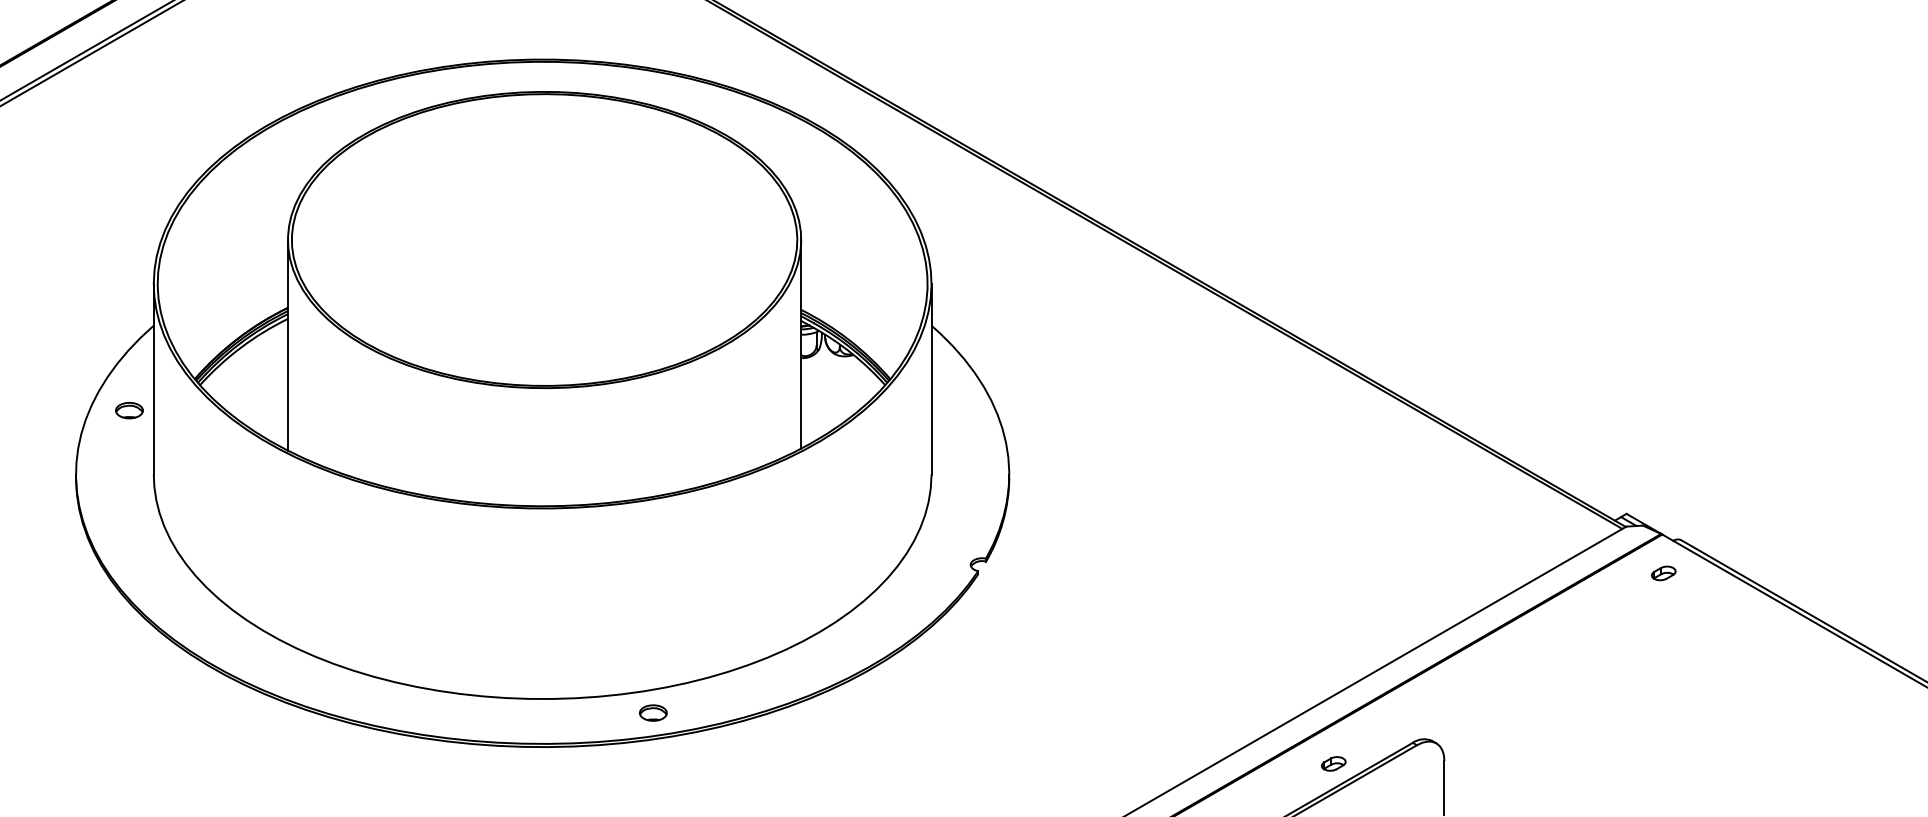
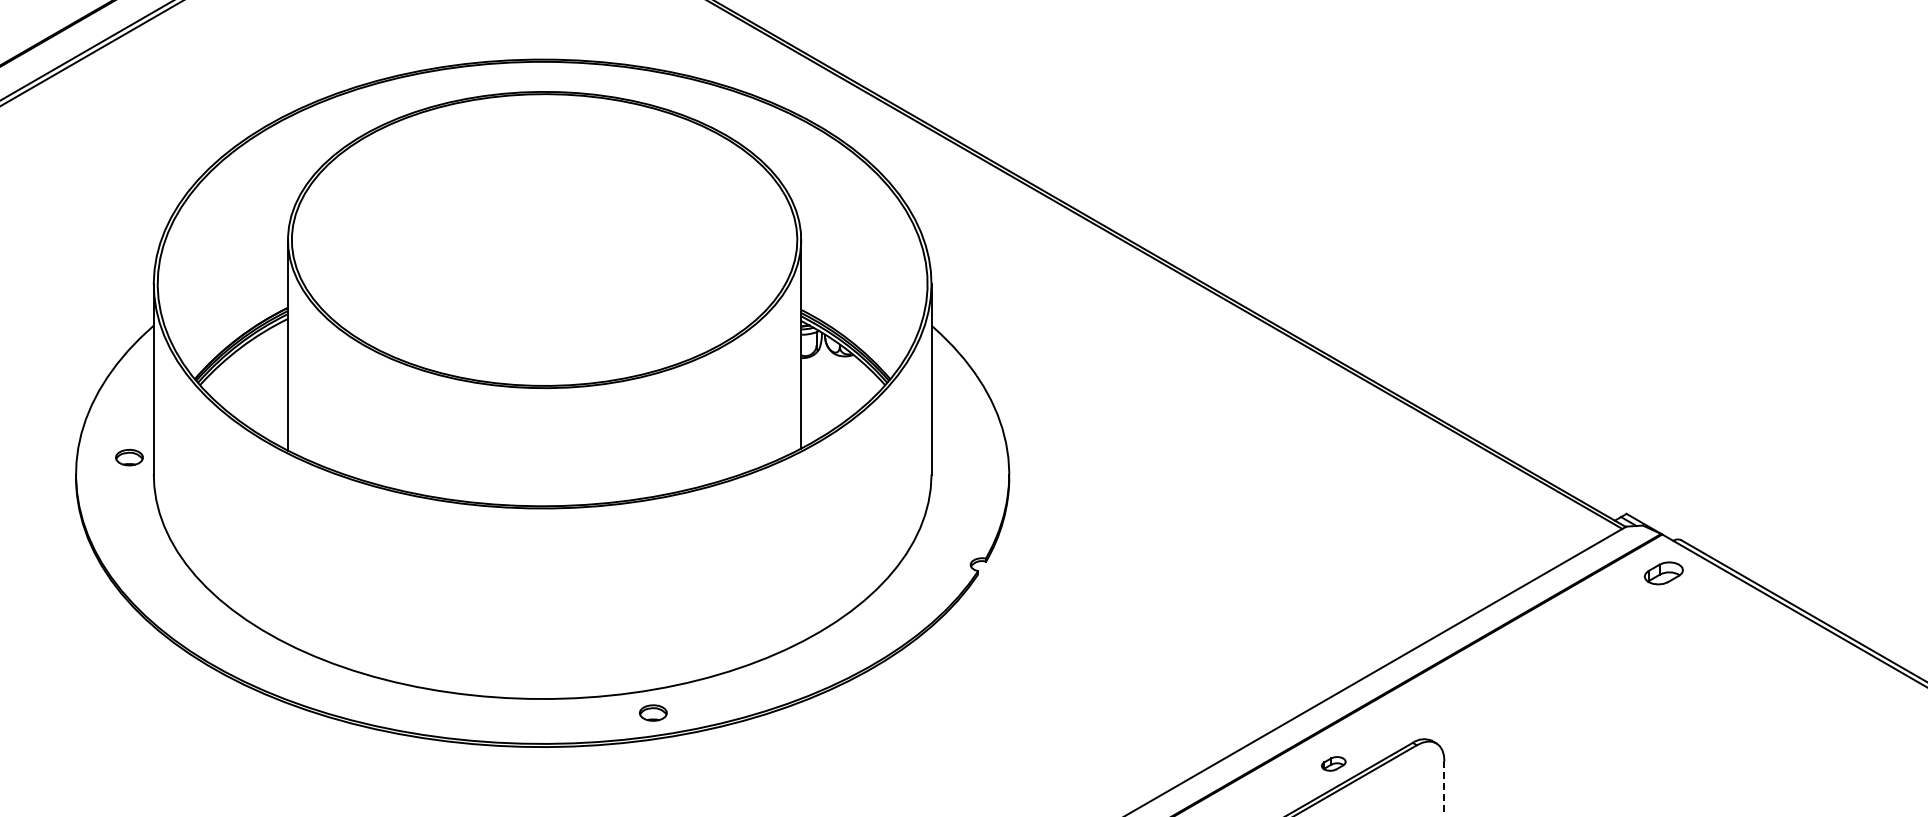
part at (129, 410) position: (129, 410) -> (129, 457)
part at (1663, 573) size: 27x17 px -> 41x25 px
line at (1444, 788): solid -> dashed
